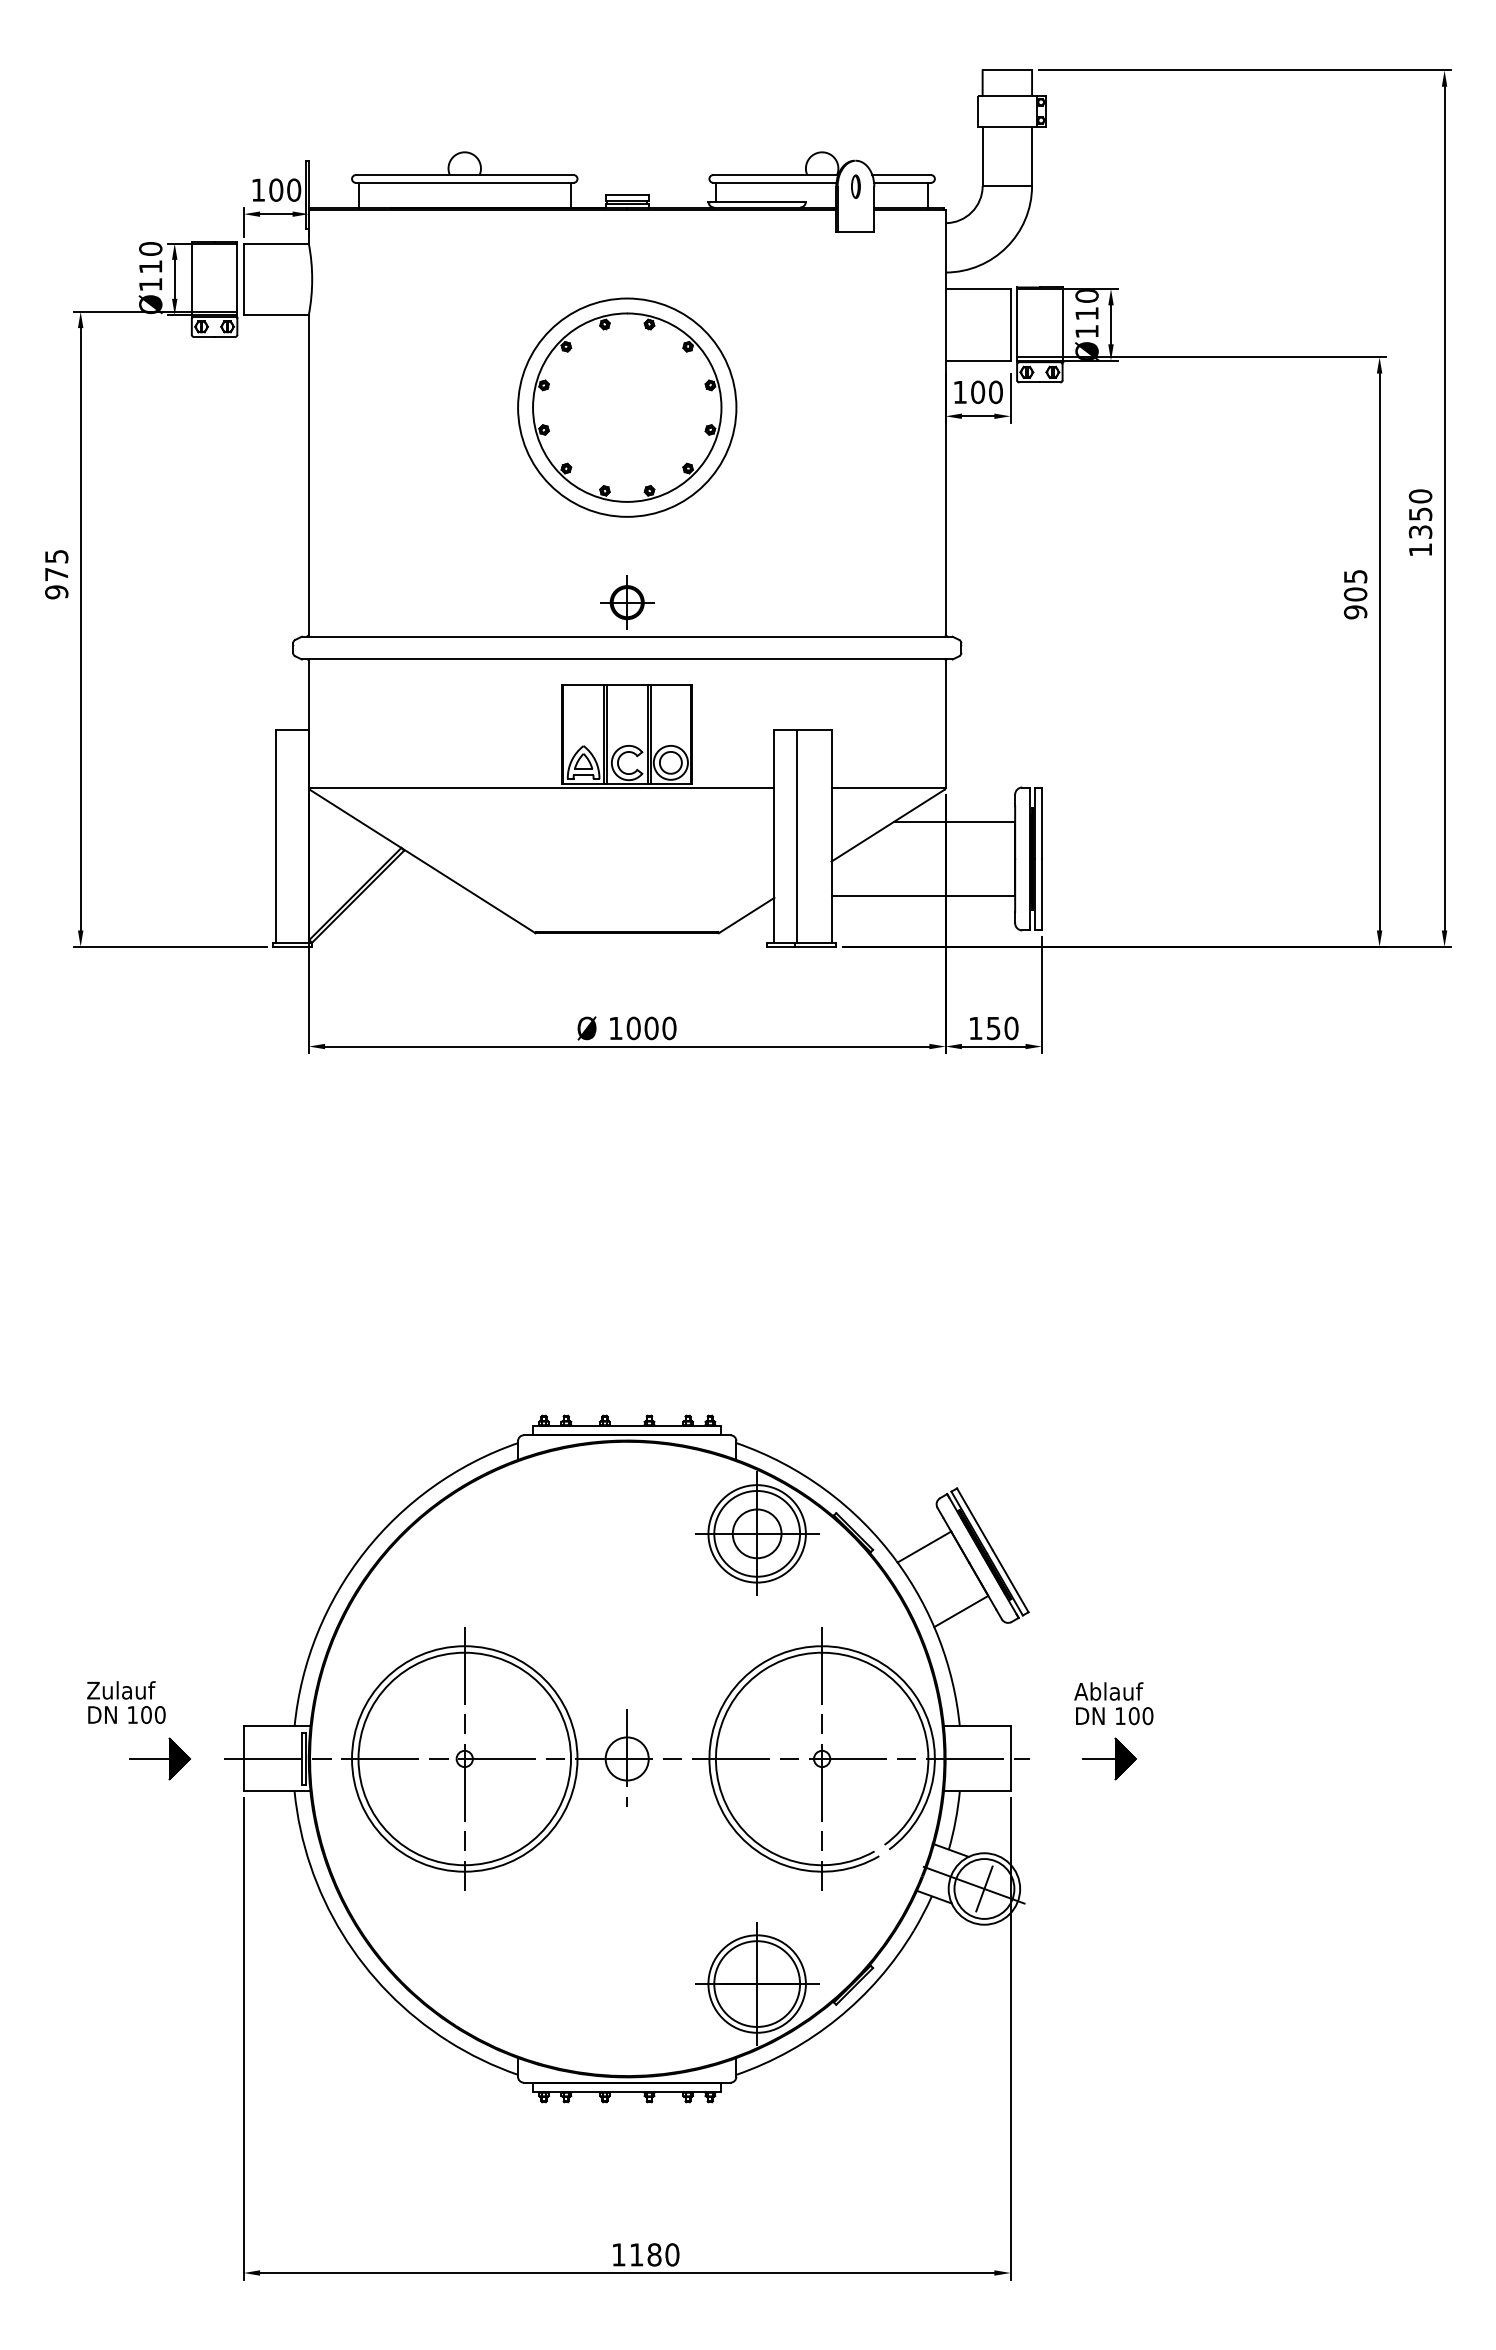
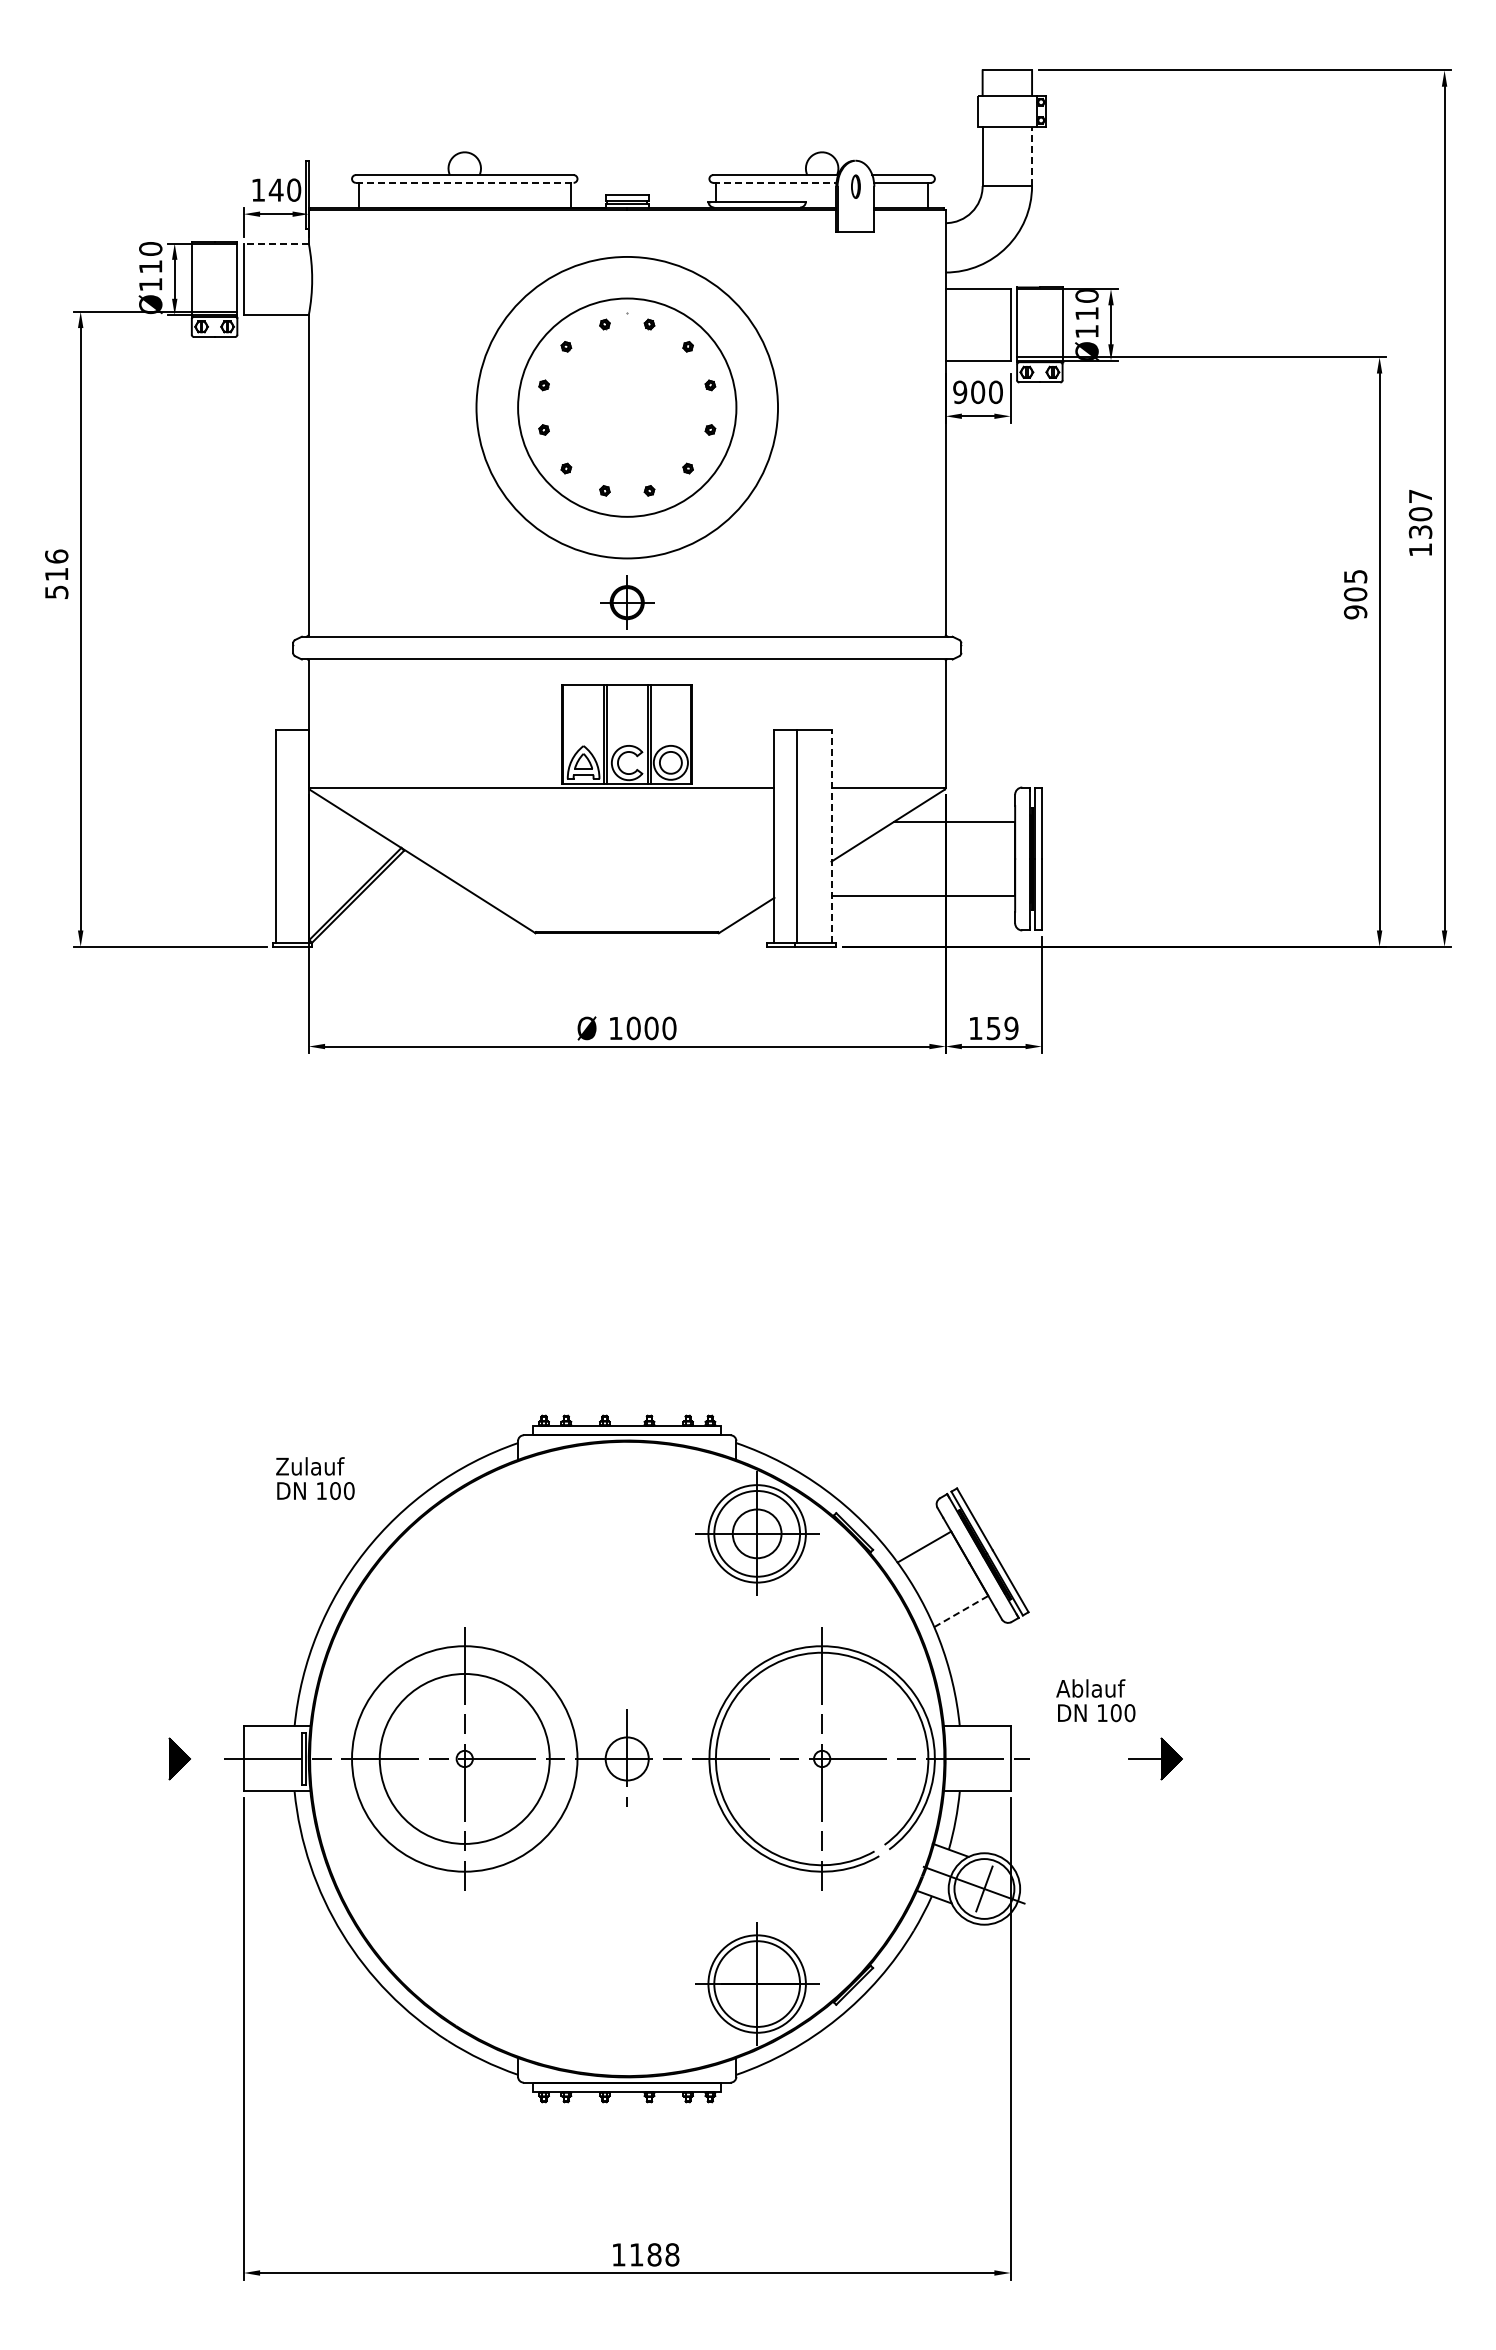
line at (1032, 156): solid -> dashed
line at (464, 182): solid -> dashed
line at (774, 182): solid -> dashed
text at (275, 189): 100 -> 140
line at (275, 243): solid -> dashed
text at (960, 392): 100 -> 900
circle at (627, 407) diameter: 188 px -> 302 px
text at (1420, 505): 1350 -> 1307
text at (56, 574): 975 -> 516
line at (831, 836): solid -> dashed
text at (1011, 1028): 150 -> 159
line at (960, 1611): solid -> dashed
text at (126, 1702) position: (126, 1702) -> (315, 1478)
text at (1113, 1703) position: (1113, 1703) -> (1095, 1700)
line at (149, 1758): present -> none
circle at (464, 1758) diameter: 212 px -> 170 px
part at (1109, 1758) position: (1109, 1758) -> (1155, 1758)
text at (672, 2254): 1180 -> 1188
